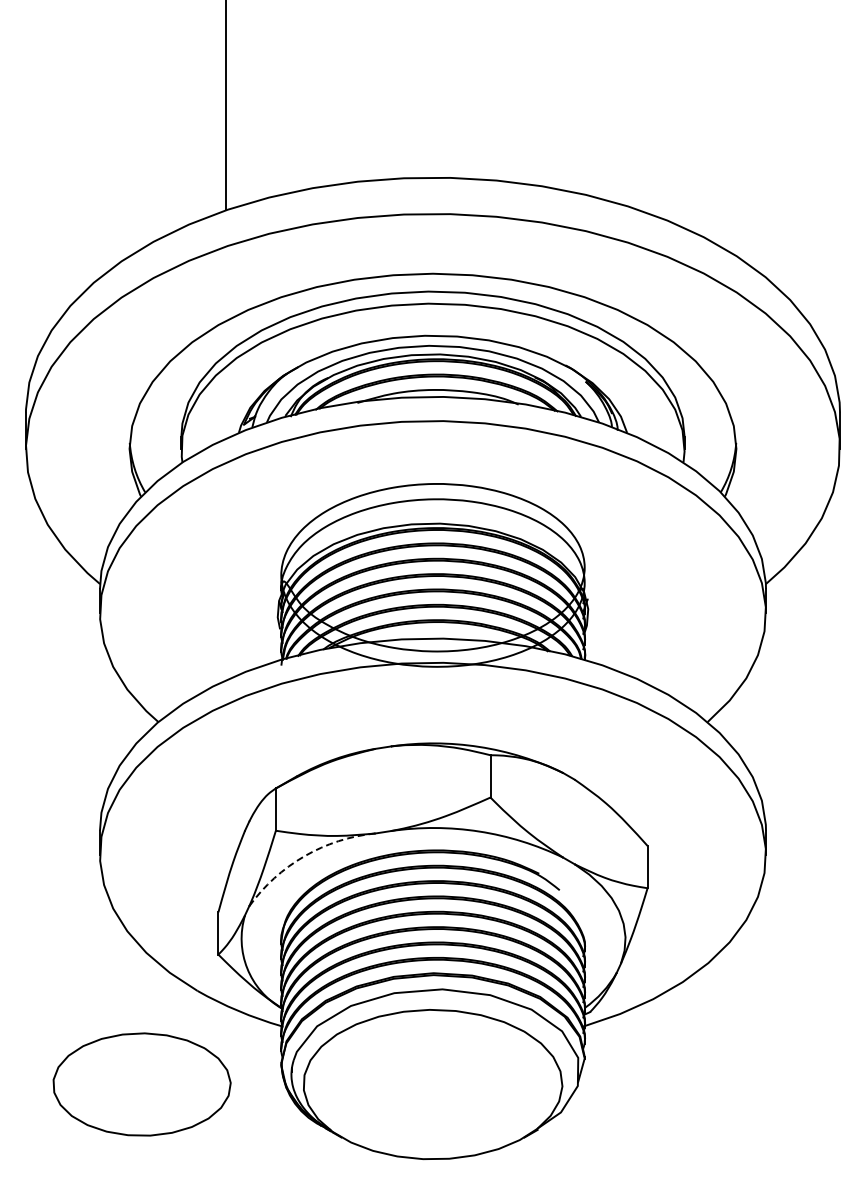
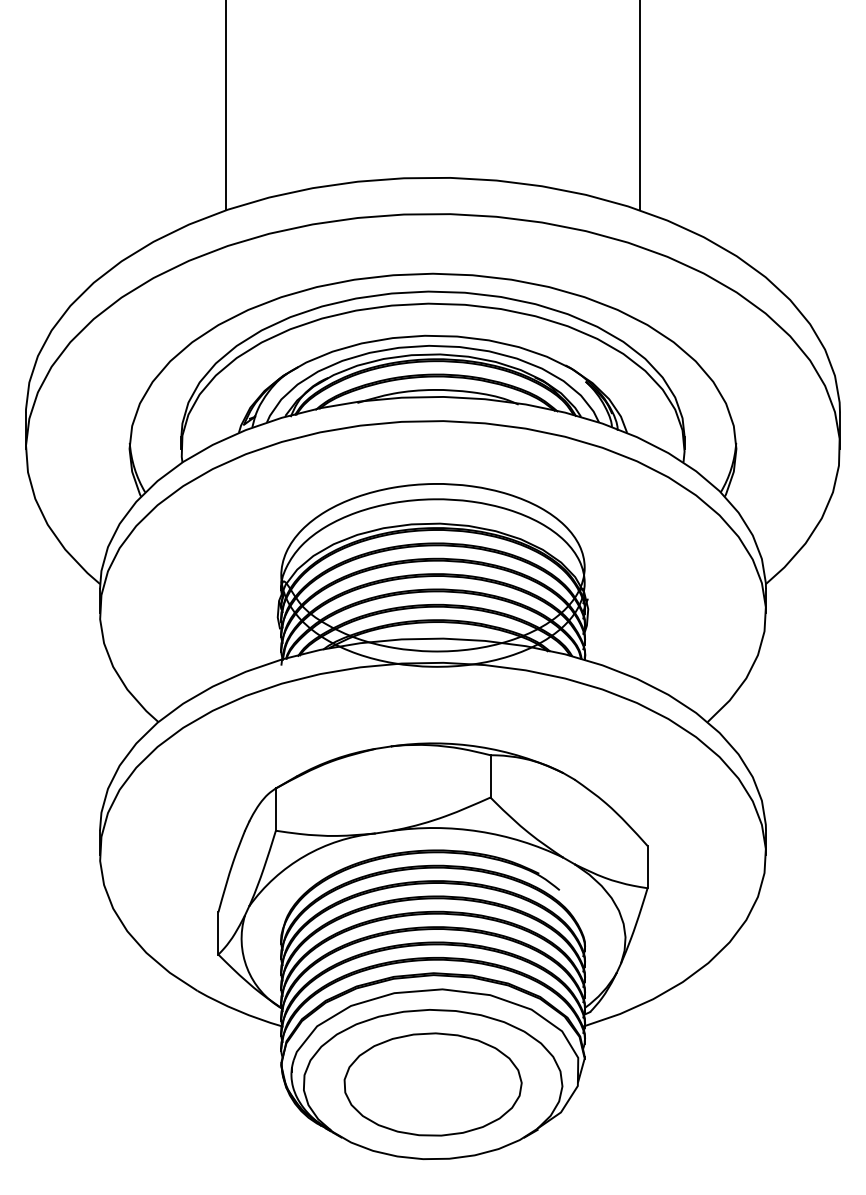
line at (640, 106): none -> present
arc at (304, 856): dashed -> solid
part at (141, 1084) position: (141, 1084) -> (432, 1084)
